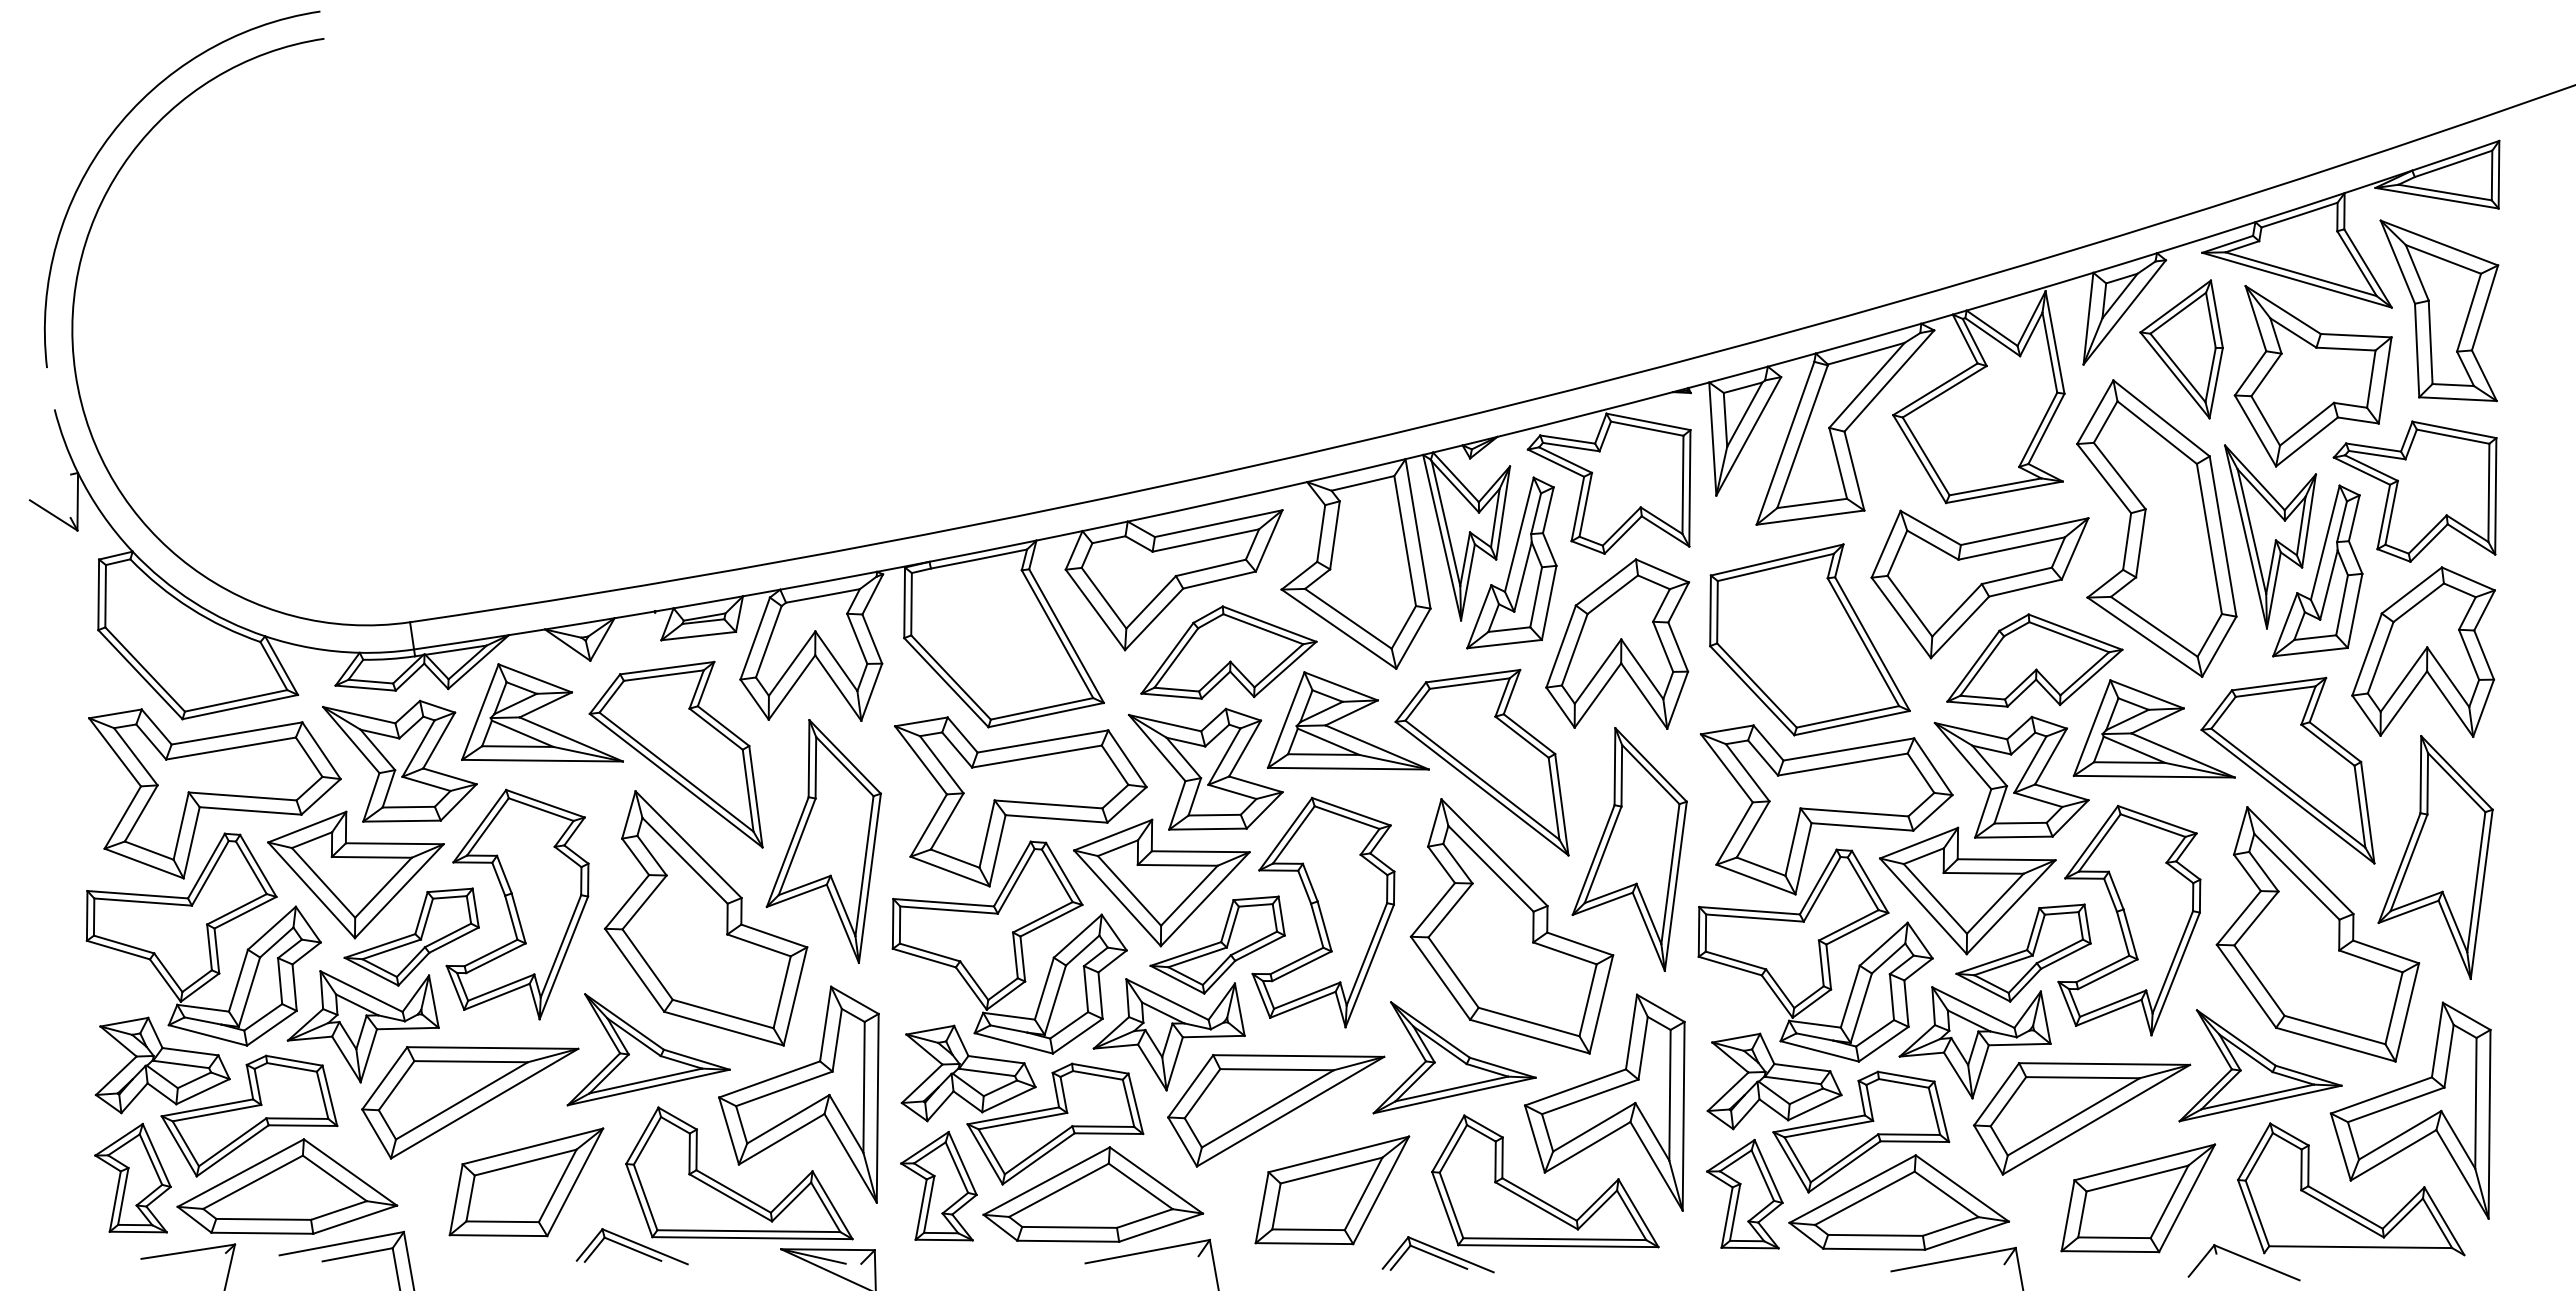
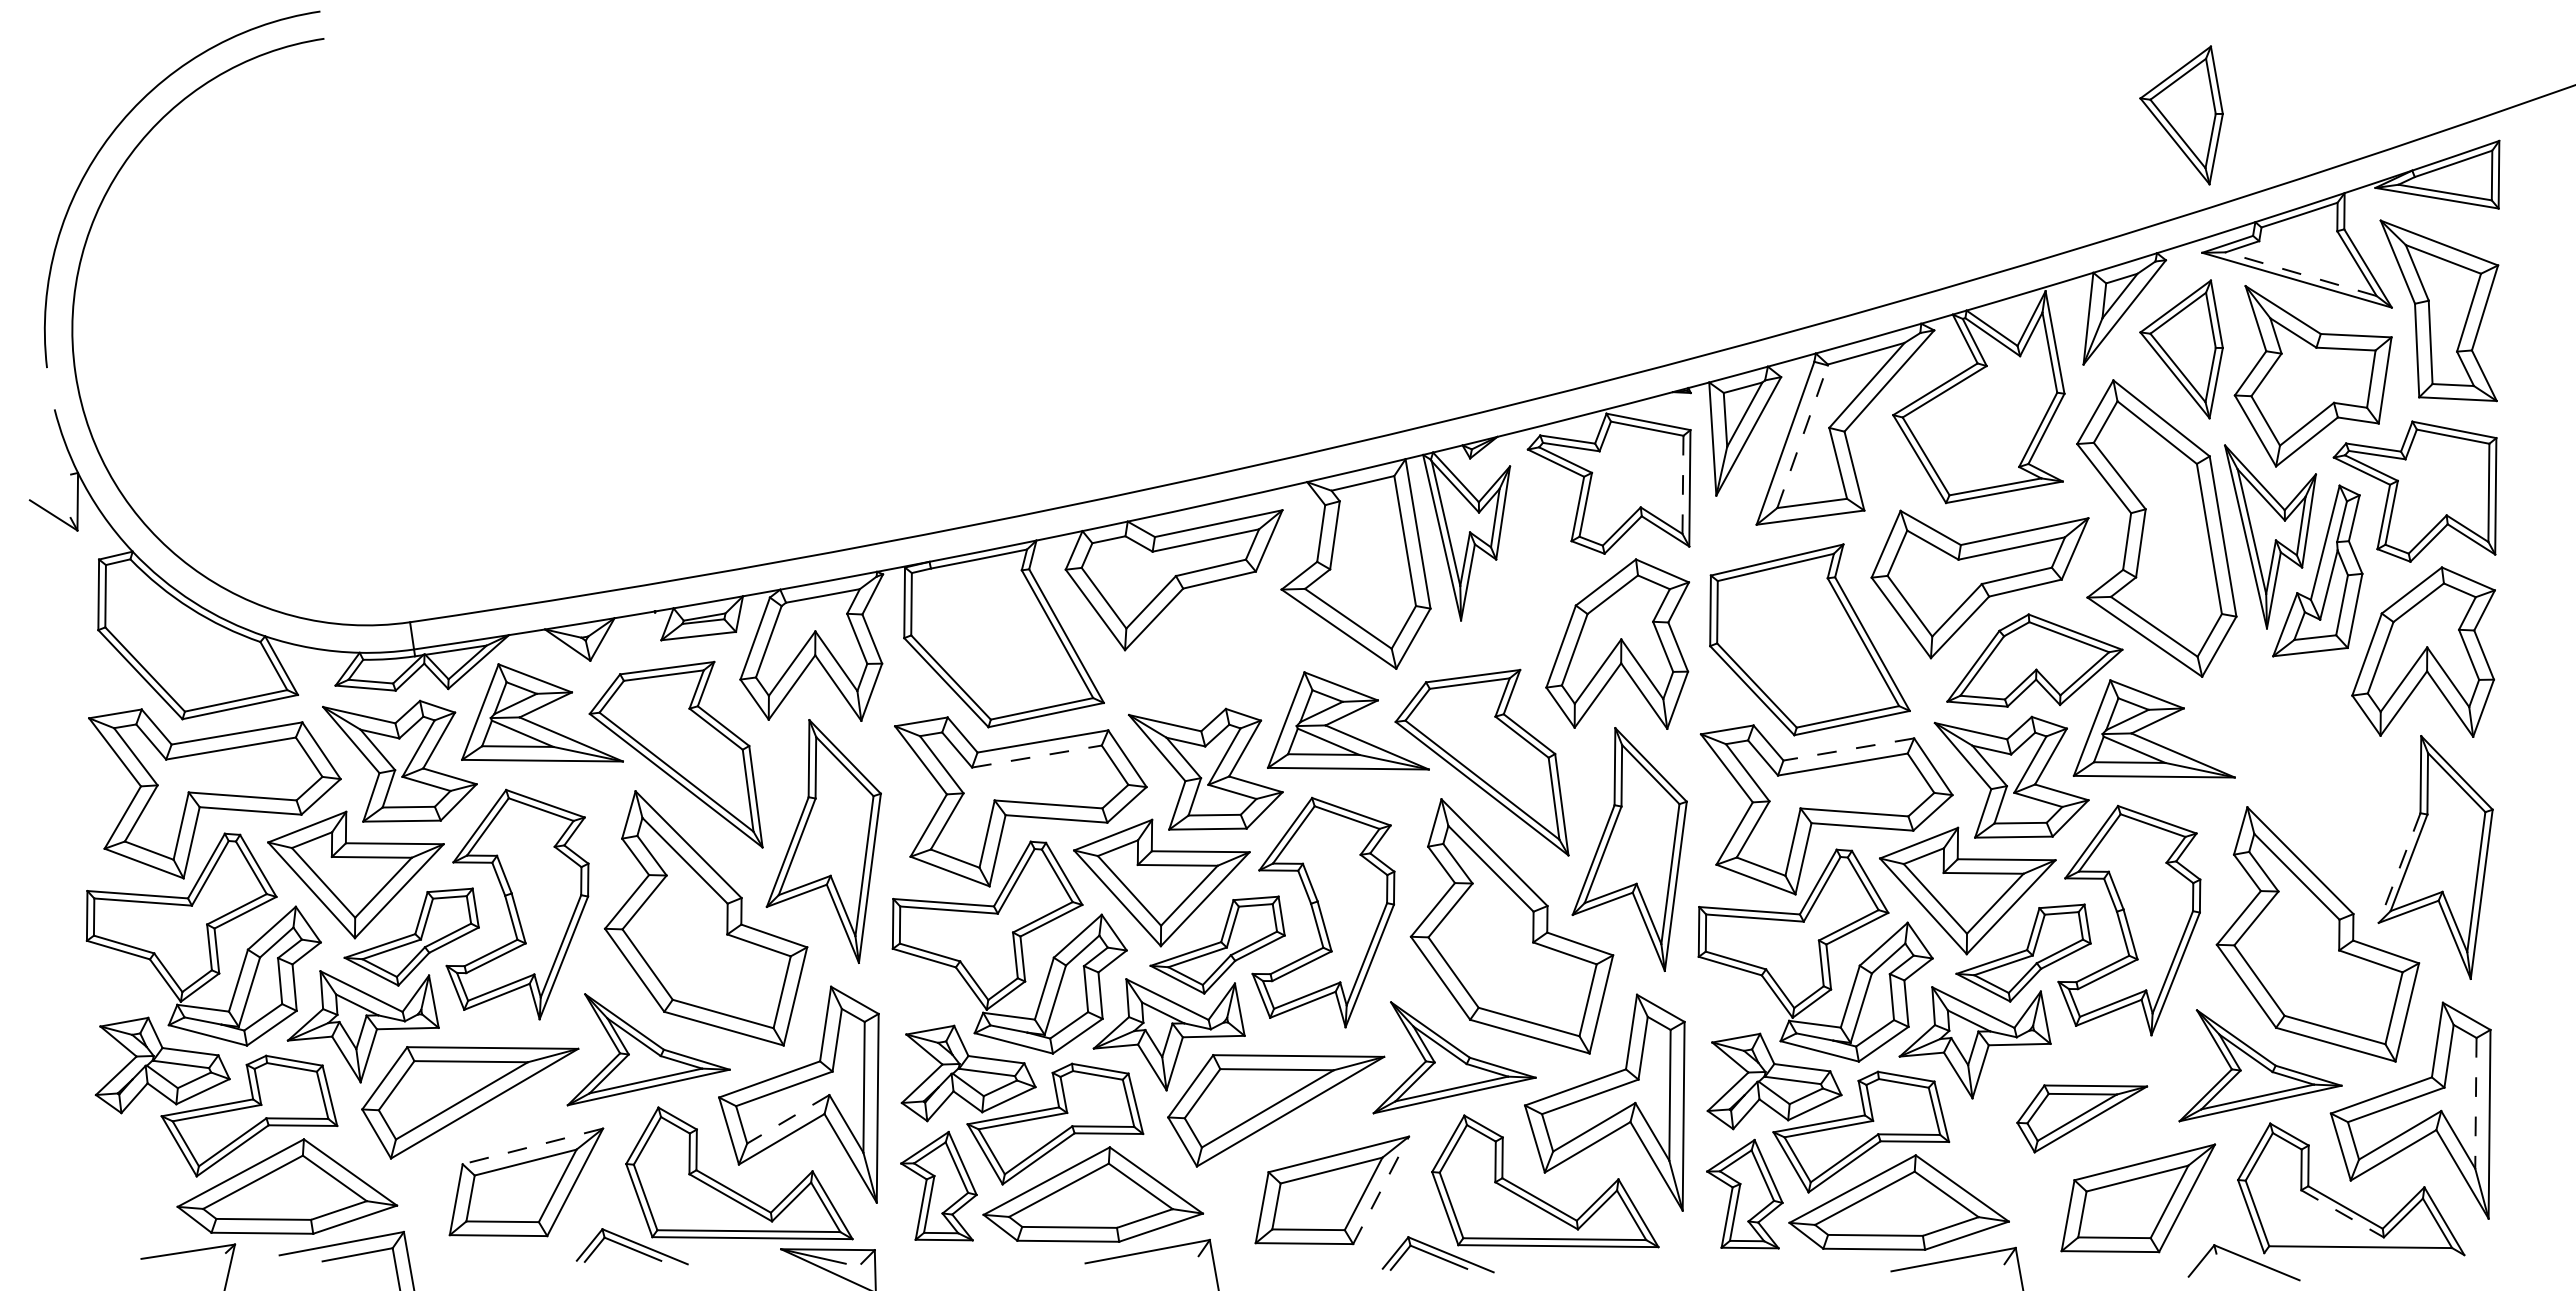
part at (2181, 115): none -> present
line at (2301, 274): solid -> dashed
line at (1802, 436): solid -> dashed
line at (1682, 485): solid -> dashed
part at (1511, 562): present -> none
part at (1228, 652): present -> none
line at (1848, 749): solid -> dashed
line at (1036, 756): solid -> dashed
part at (2287, 770): present -> none
line at (2399, 868): solid -> dashed
line at (2475, 1103): solid -> dashed
part at (2082, 1118) size: 219x114 px -> 133x70 px
line at (788, 1119): solid -> dashed
line at (532, 1146): solid -> dashed
part at (132, 1178): present -> none
line at (1381, 1190): solid -> dashed
line at (2342, 1213): solid -> dashed
